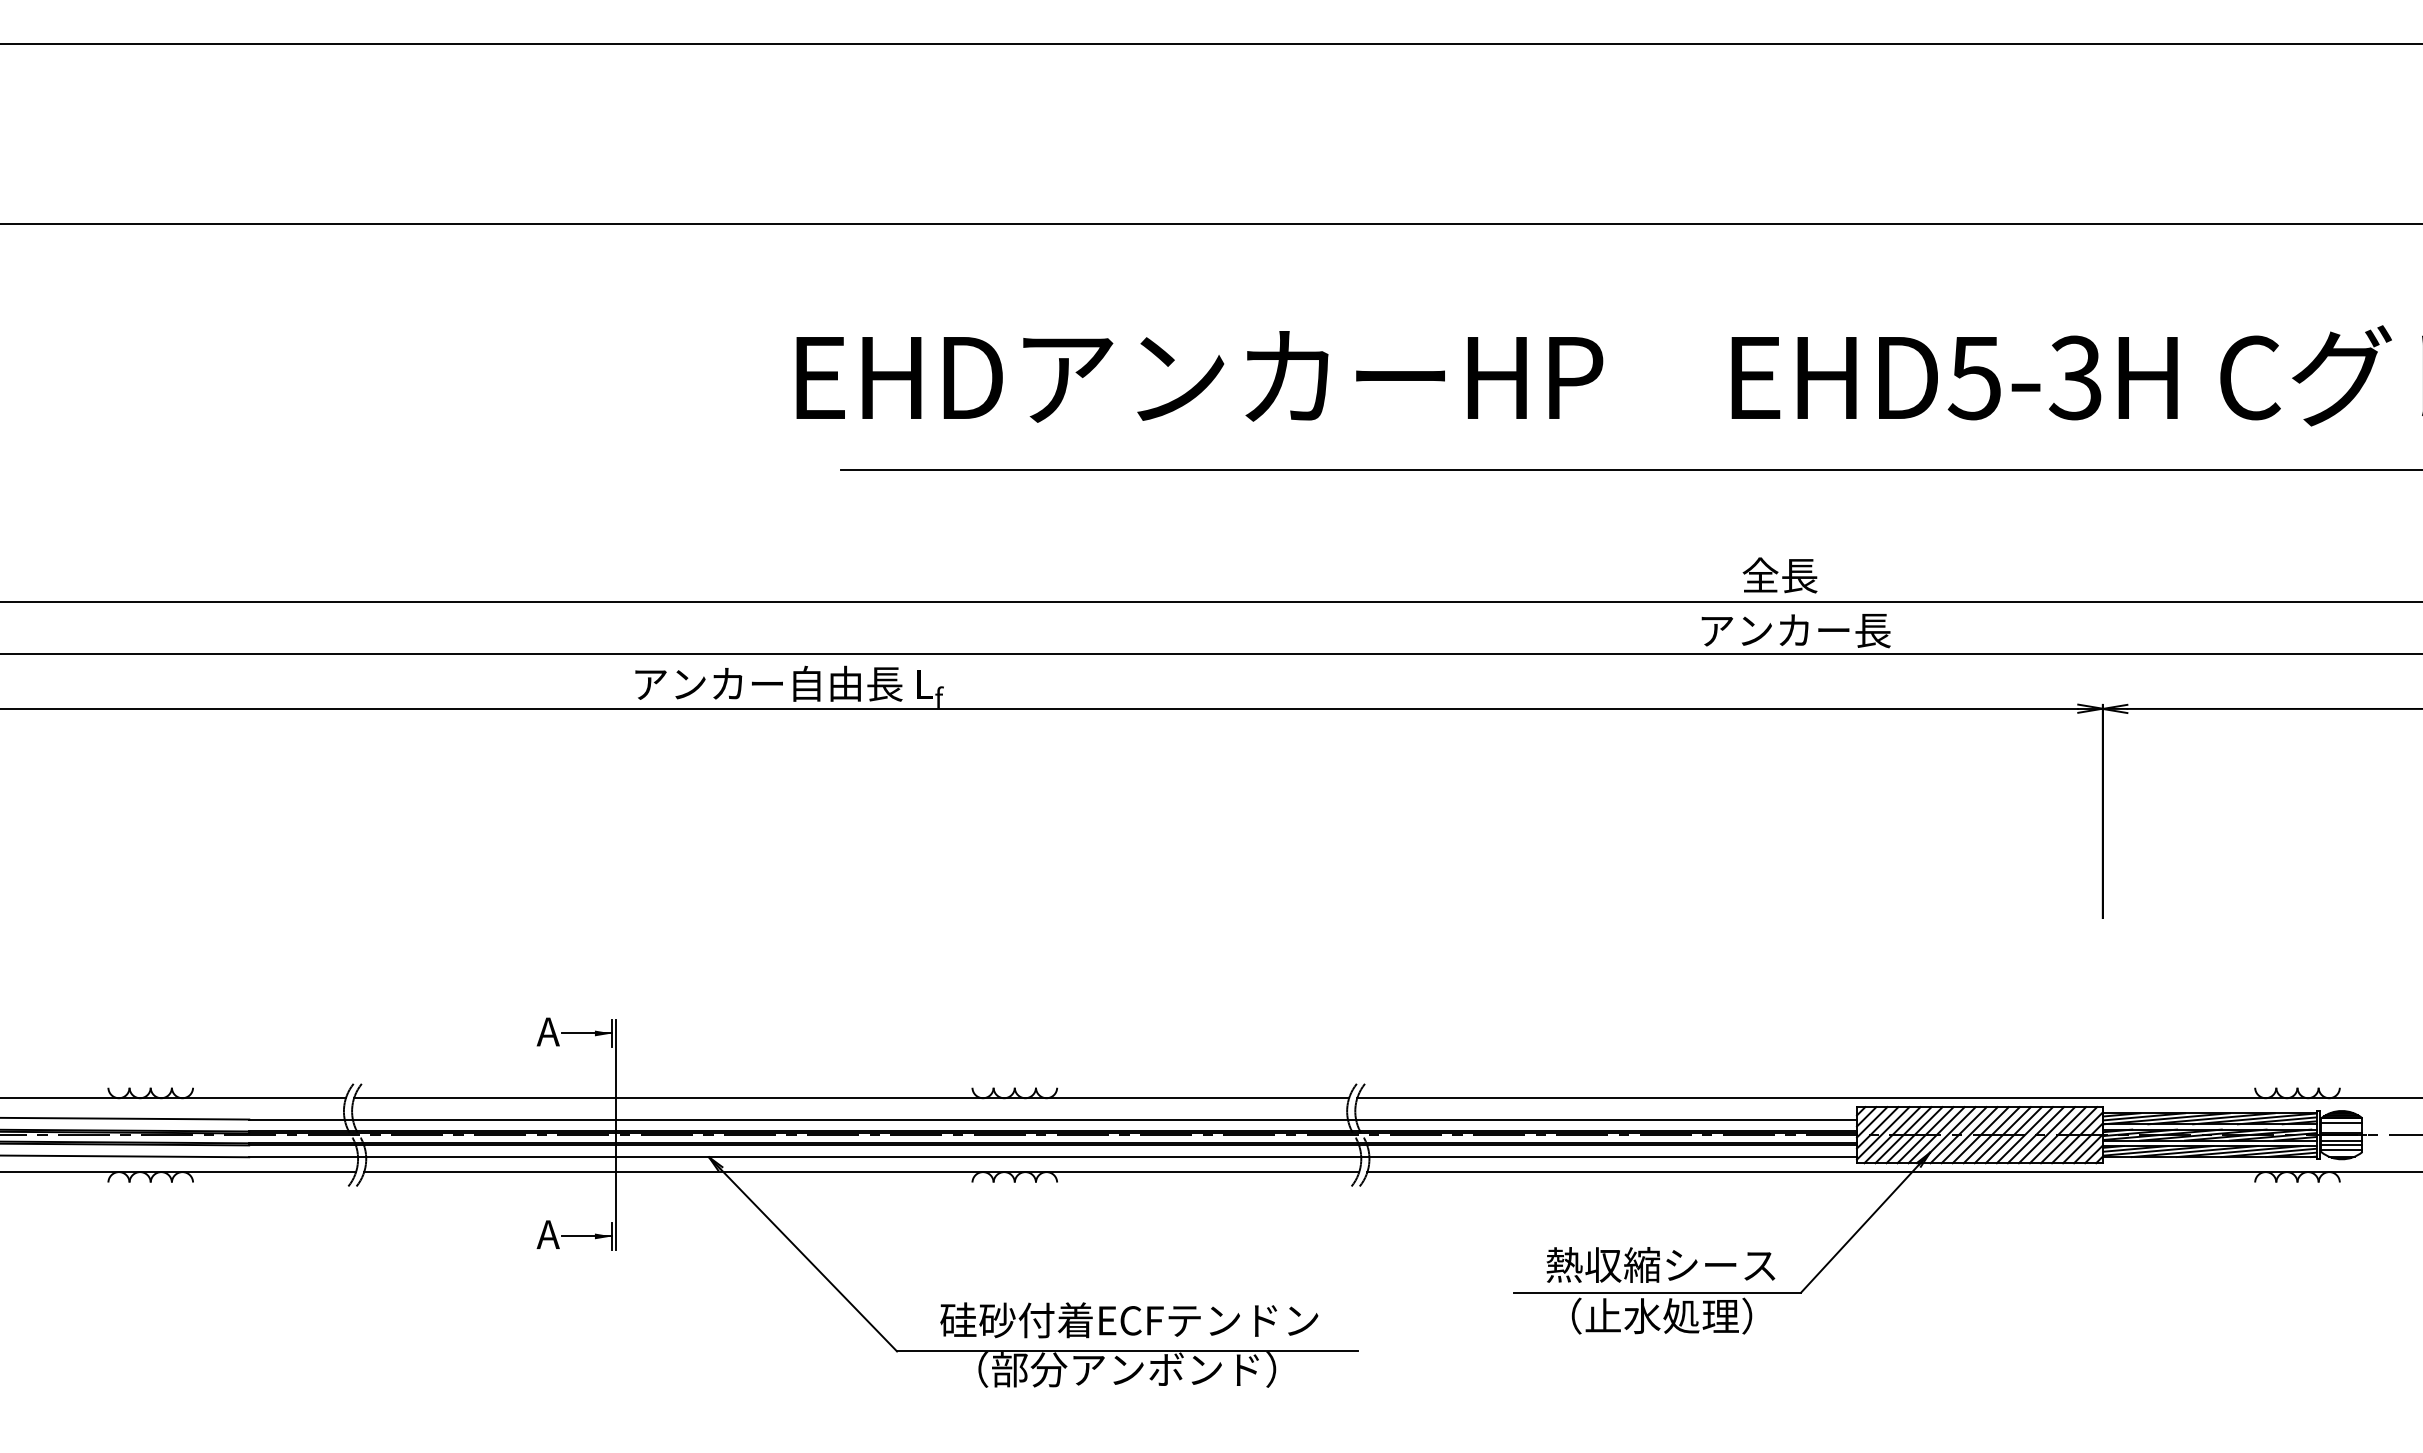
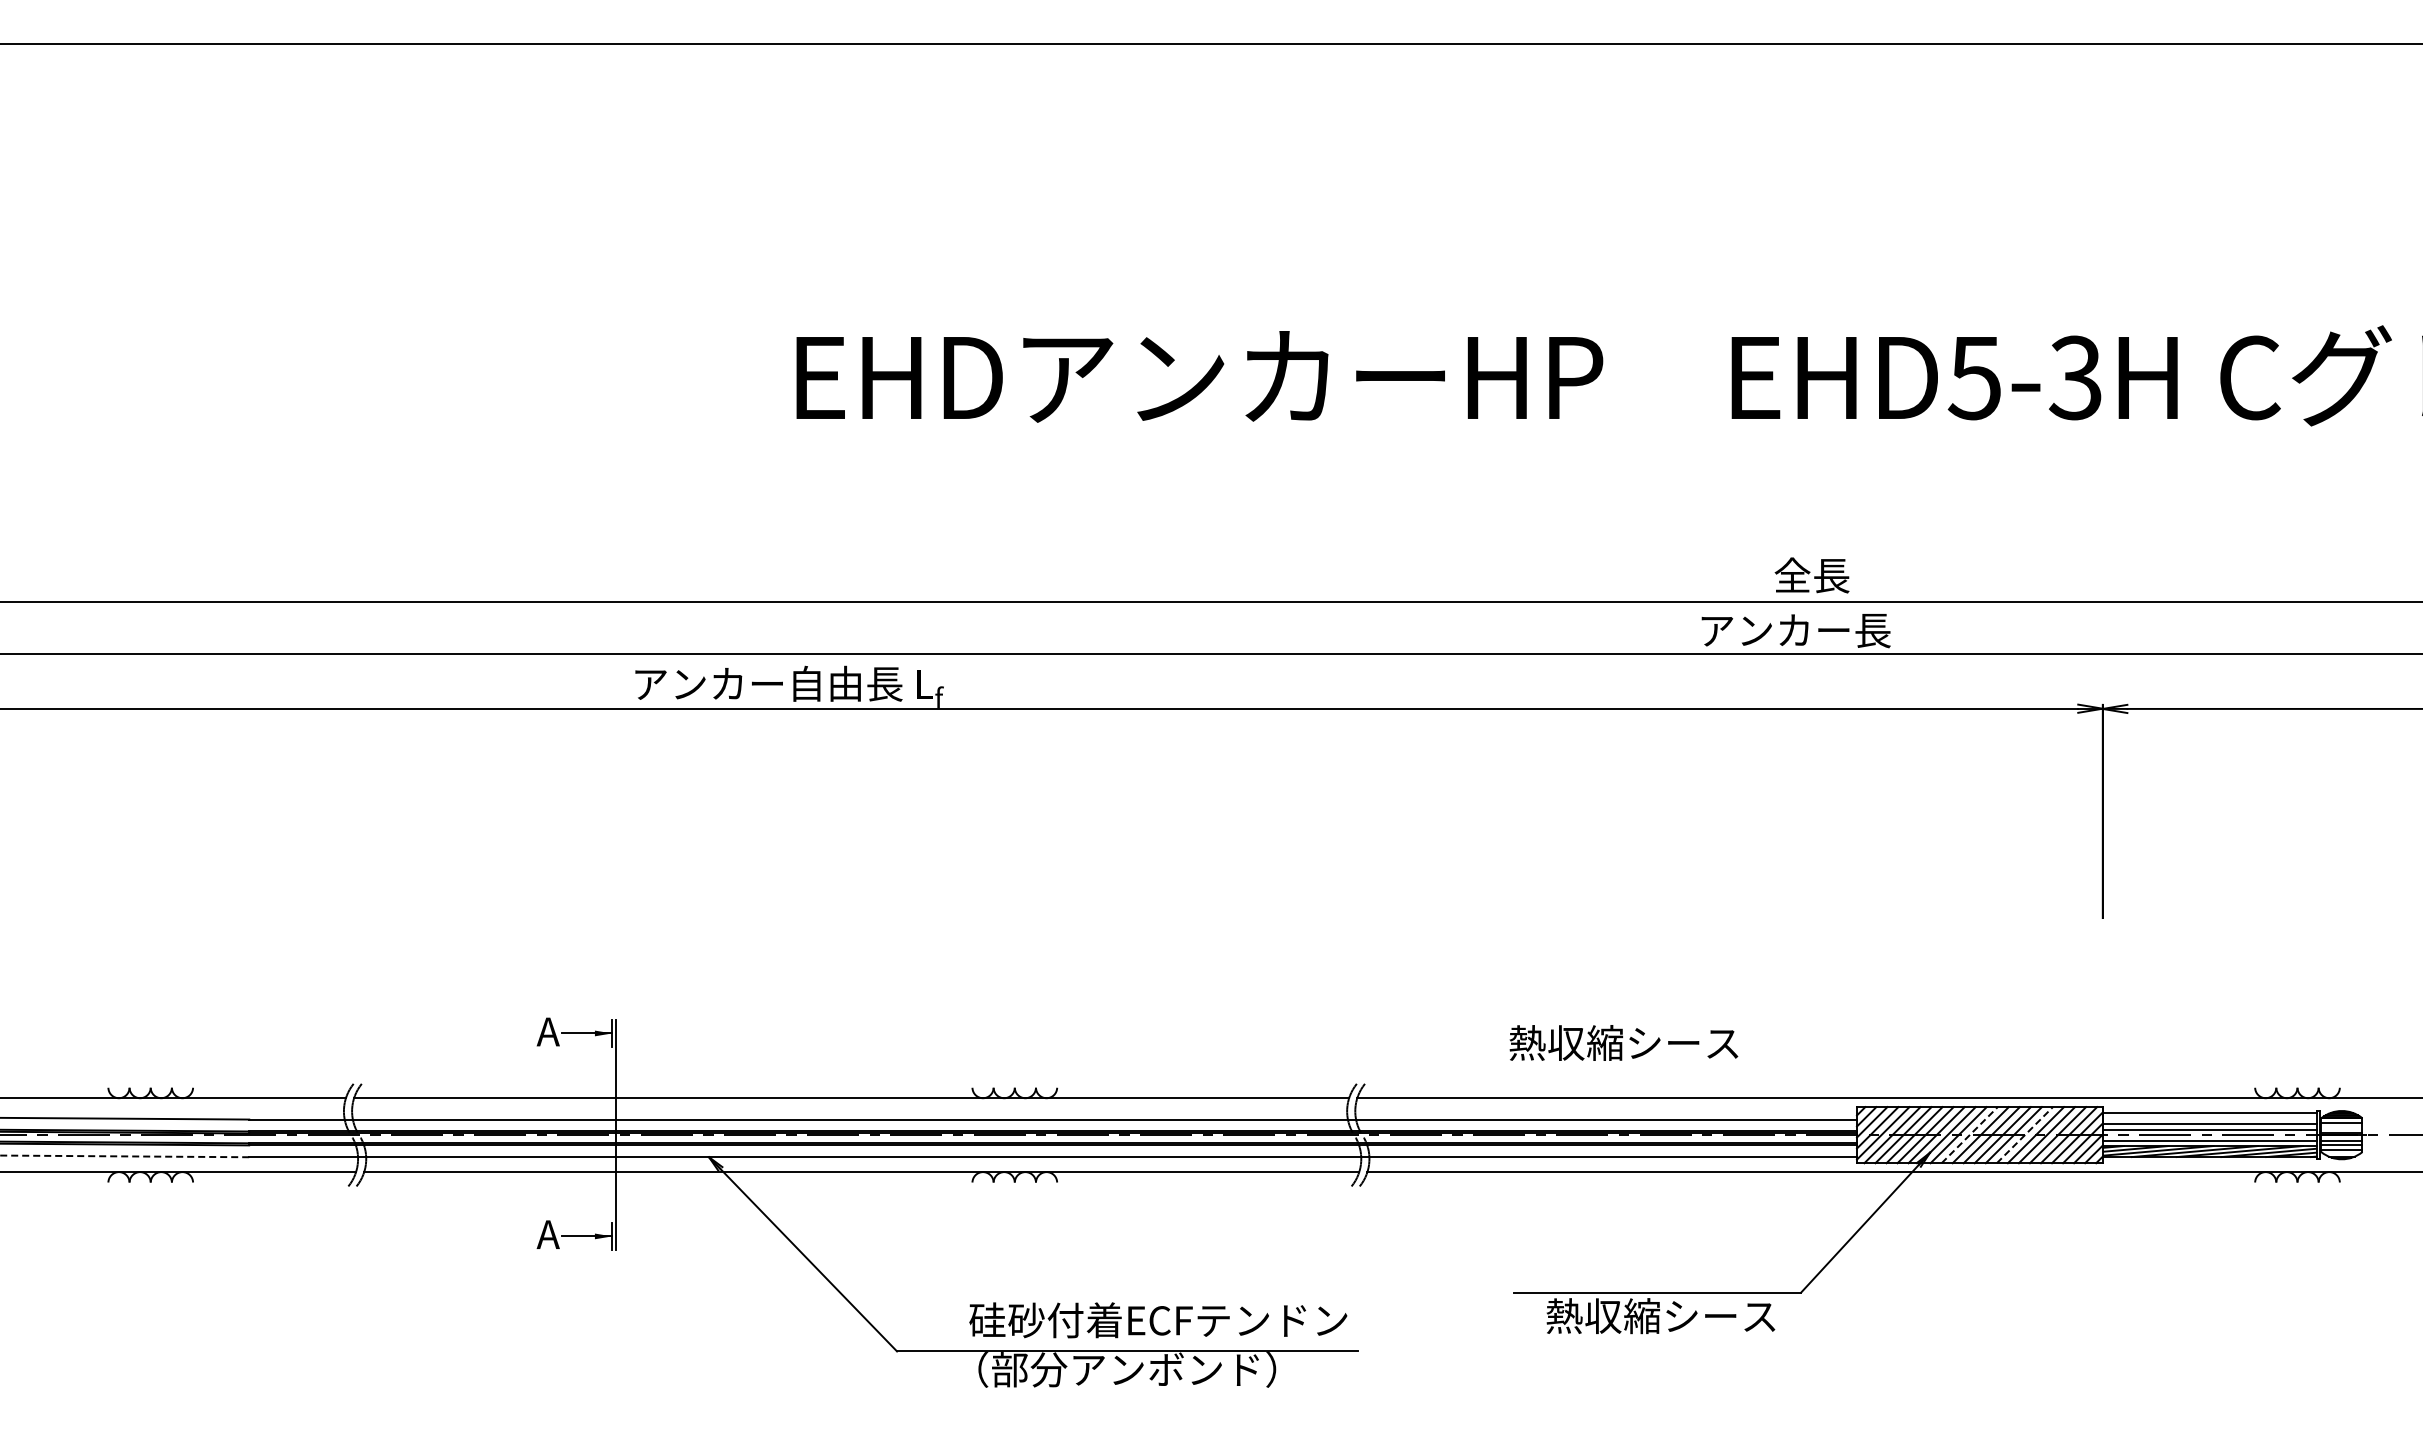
line at (1210, 224): present -> none
line at (1629, 469): present -> none
text at (1779, 575) position: (1779, 575) -> (1811, 575)
hatch at (2209, 1118): present -> none
hatch at (2209, 1134): present -> none
line at (1969, 1135): solid -> dashed
line at (2024, 1135): solid -> dashed
line at (124, 1156): solid -> dashed
text at (1660, 1264) position: (1660, 1264) -> (1623, 1042)
text at (1660, 1315): （止水処理） -> 熱収縮シース
text at (1129, 1320) position: (1129, 1320) -> (1158, 1320)
